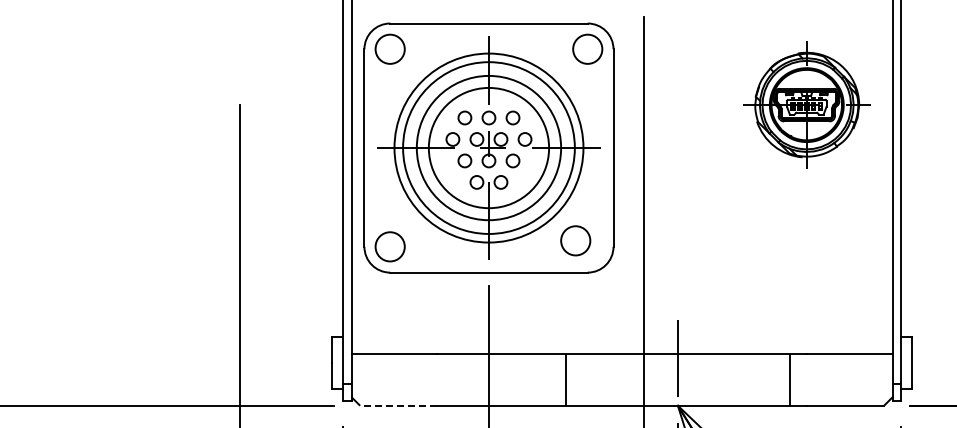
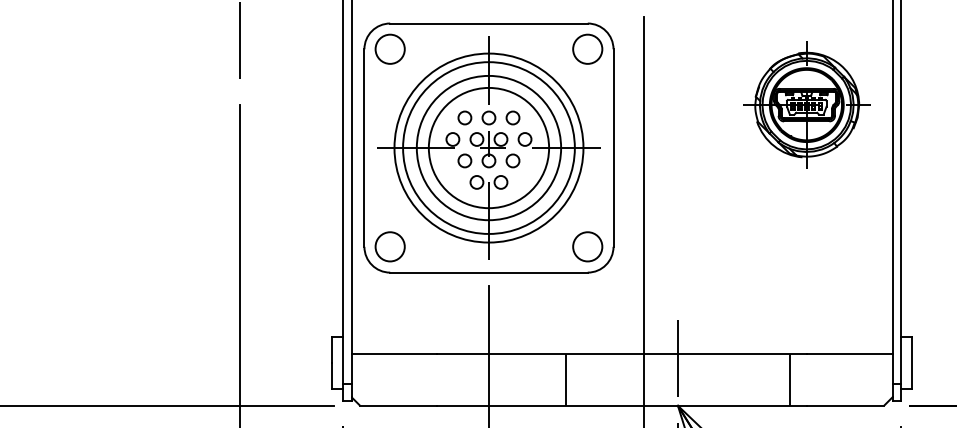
line at (239, 40): none -> present
circle at (575, 240) position: (575, 240) -> (587, 246)
line at (398, 405): dashed -> solid
